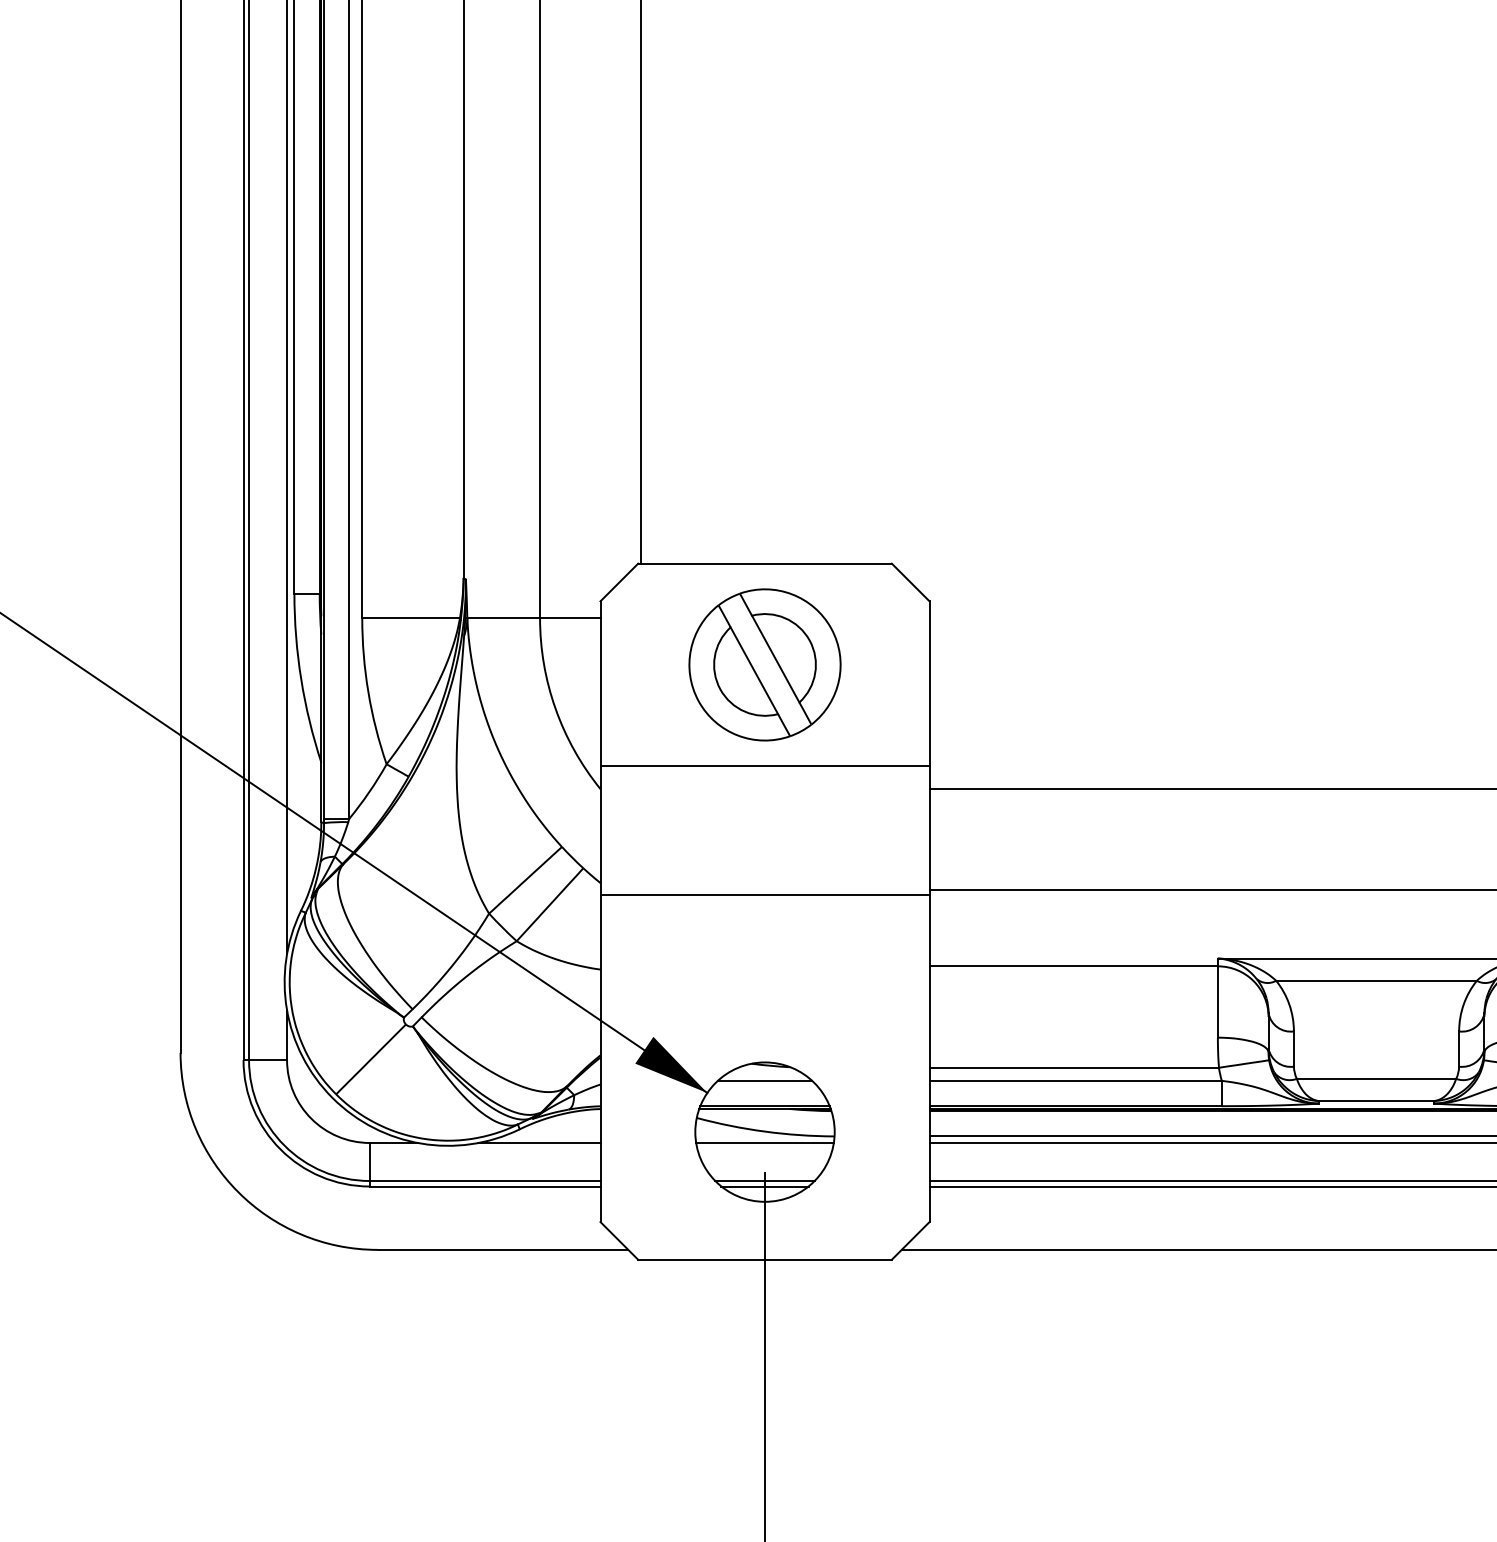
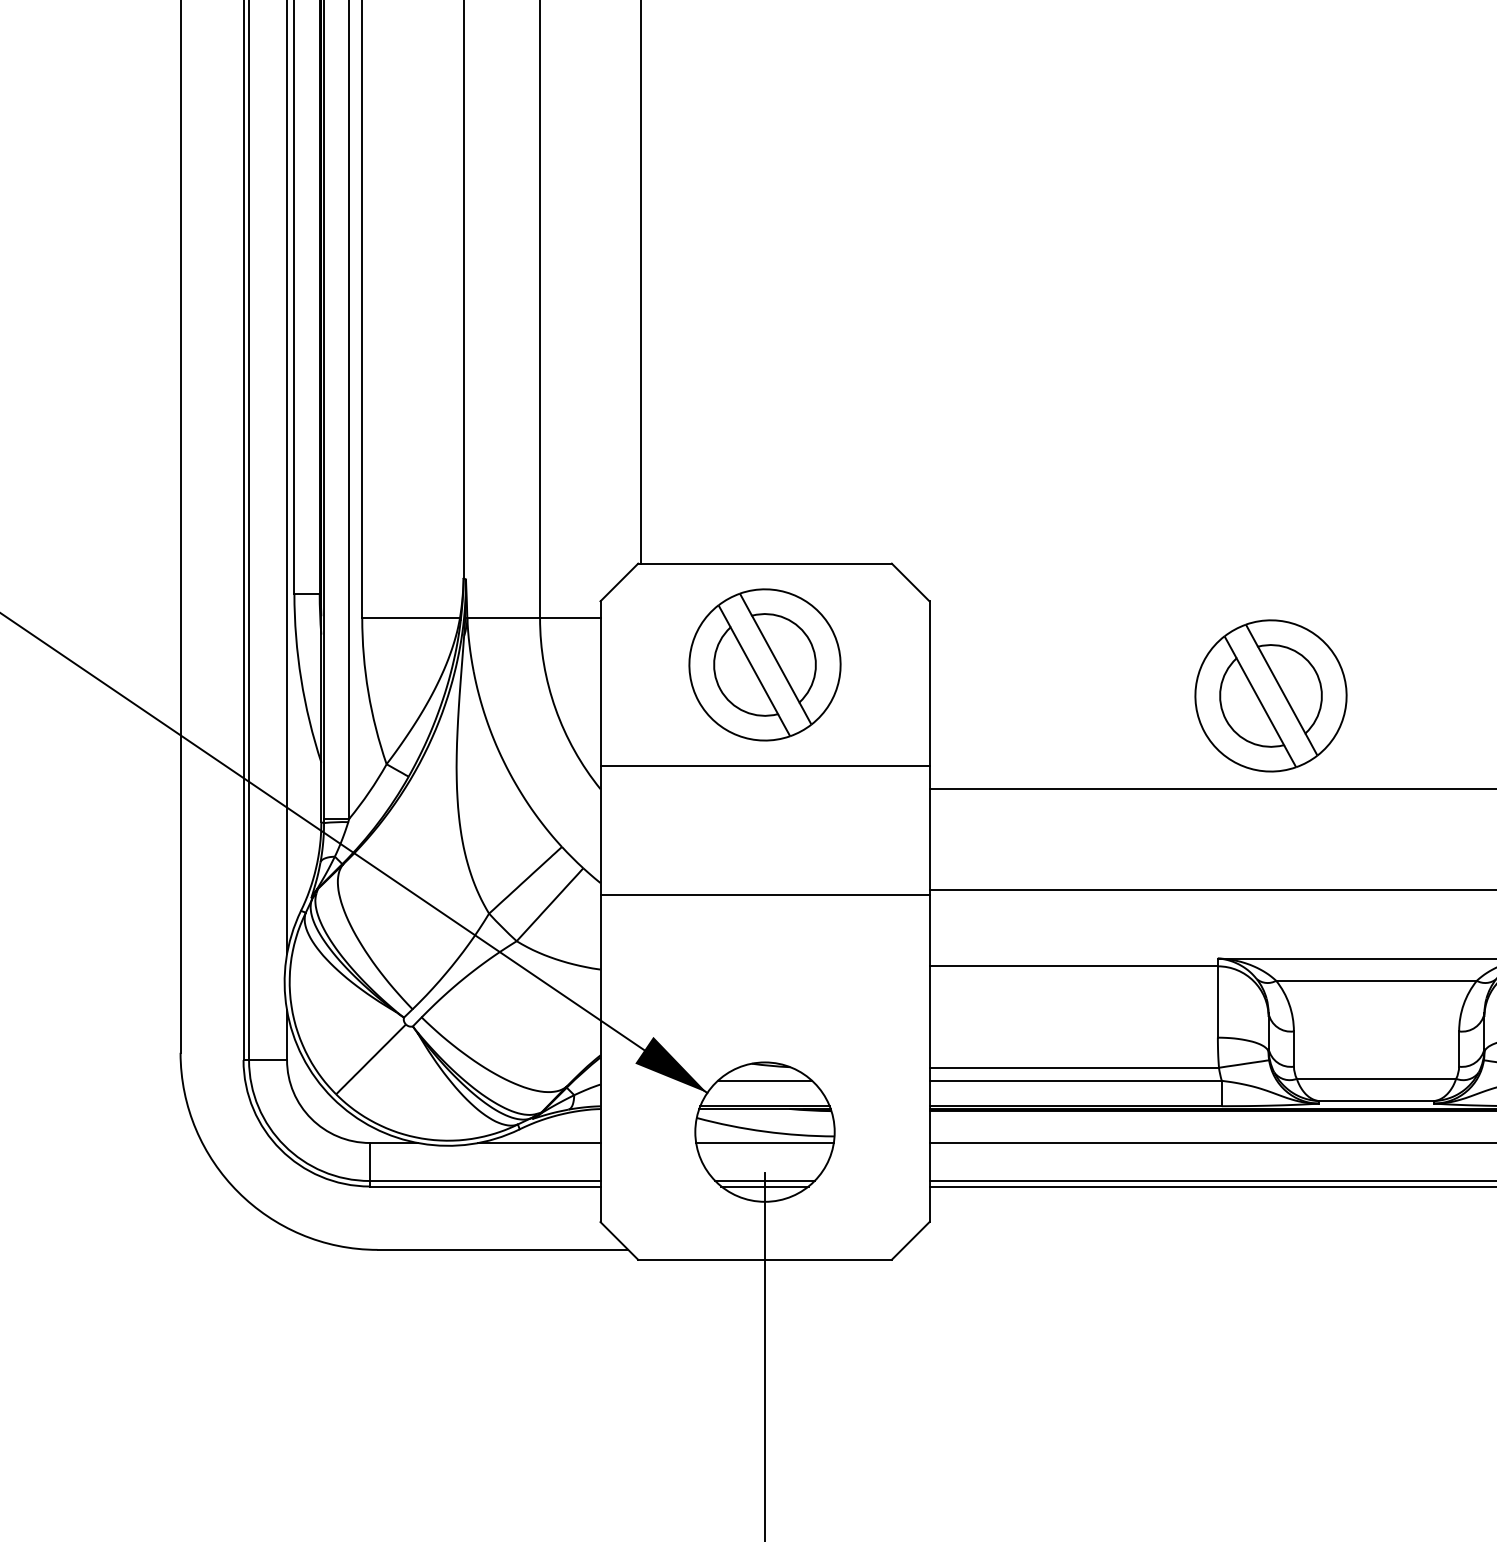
part at (1270, 695): none -> present
line at (1211, 1136): present -> none
line at (1197, 1249): present -> none
